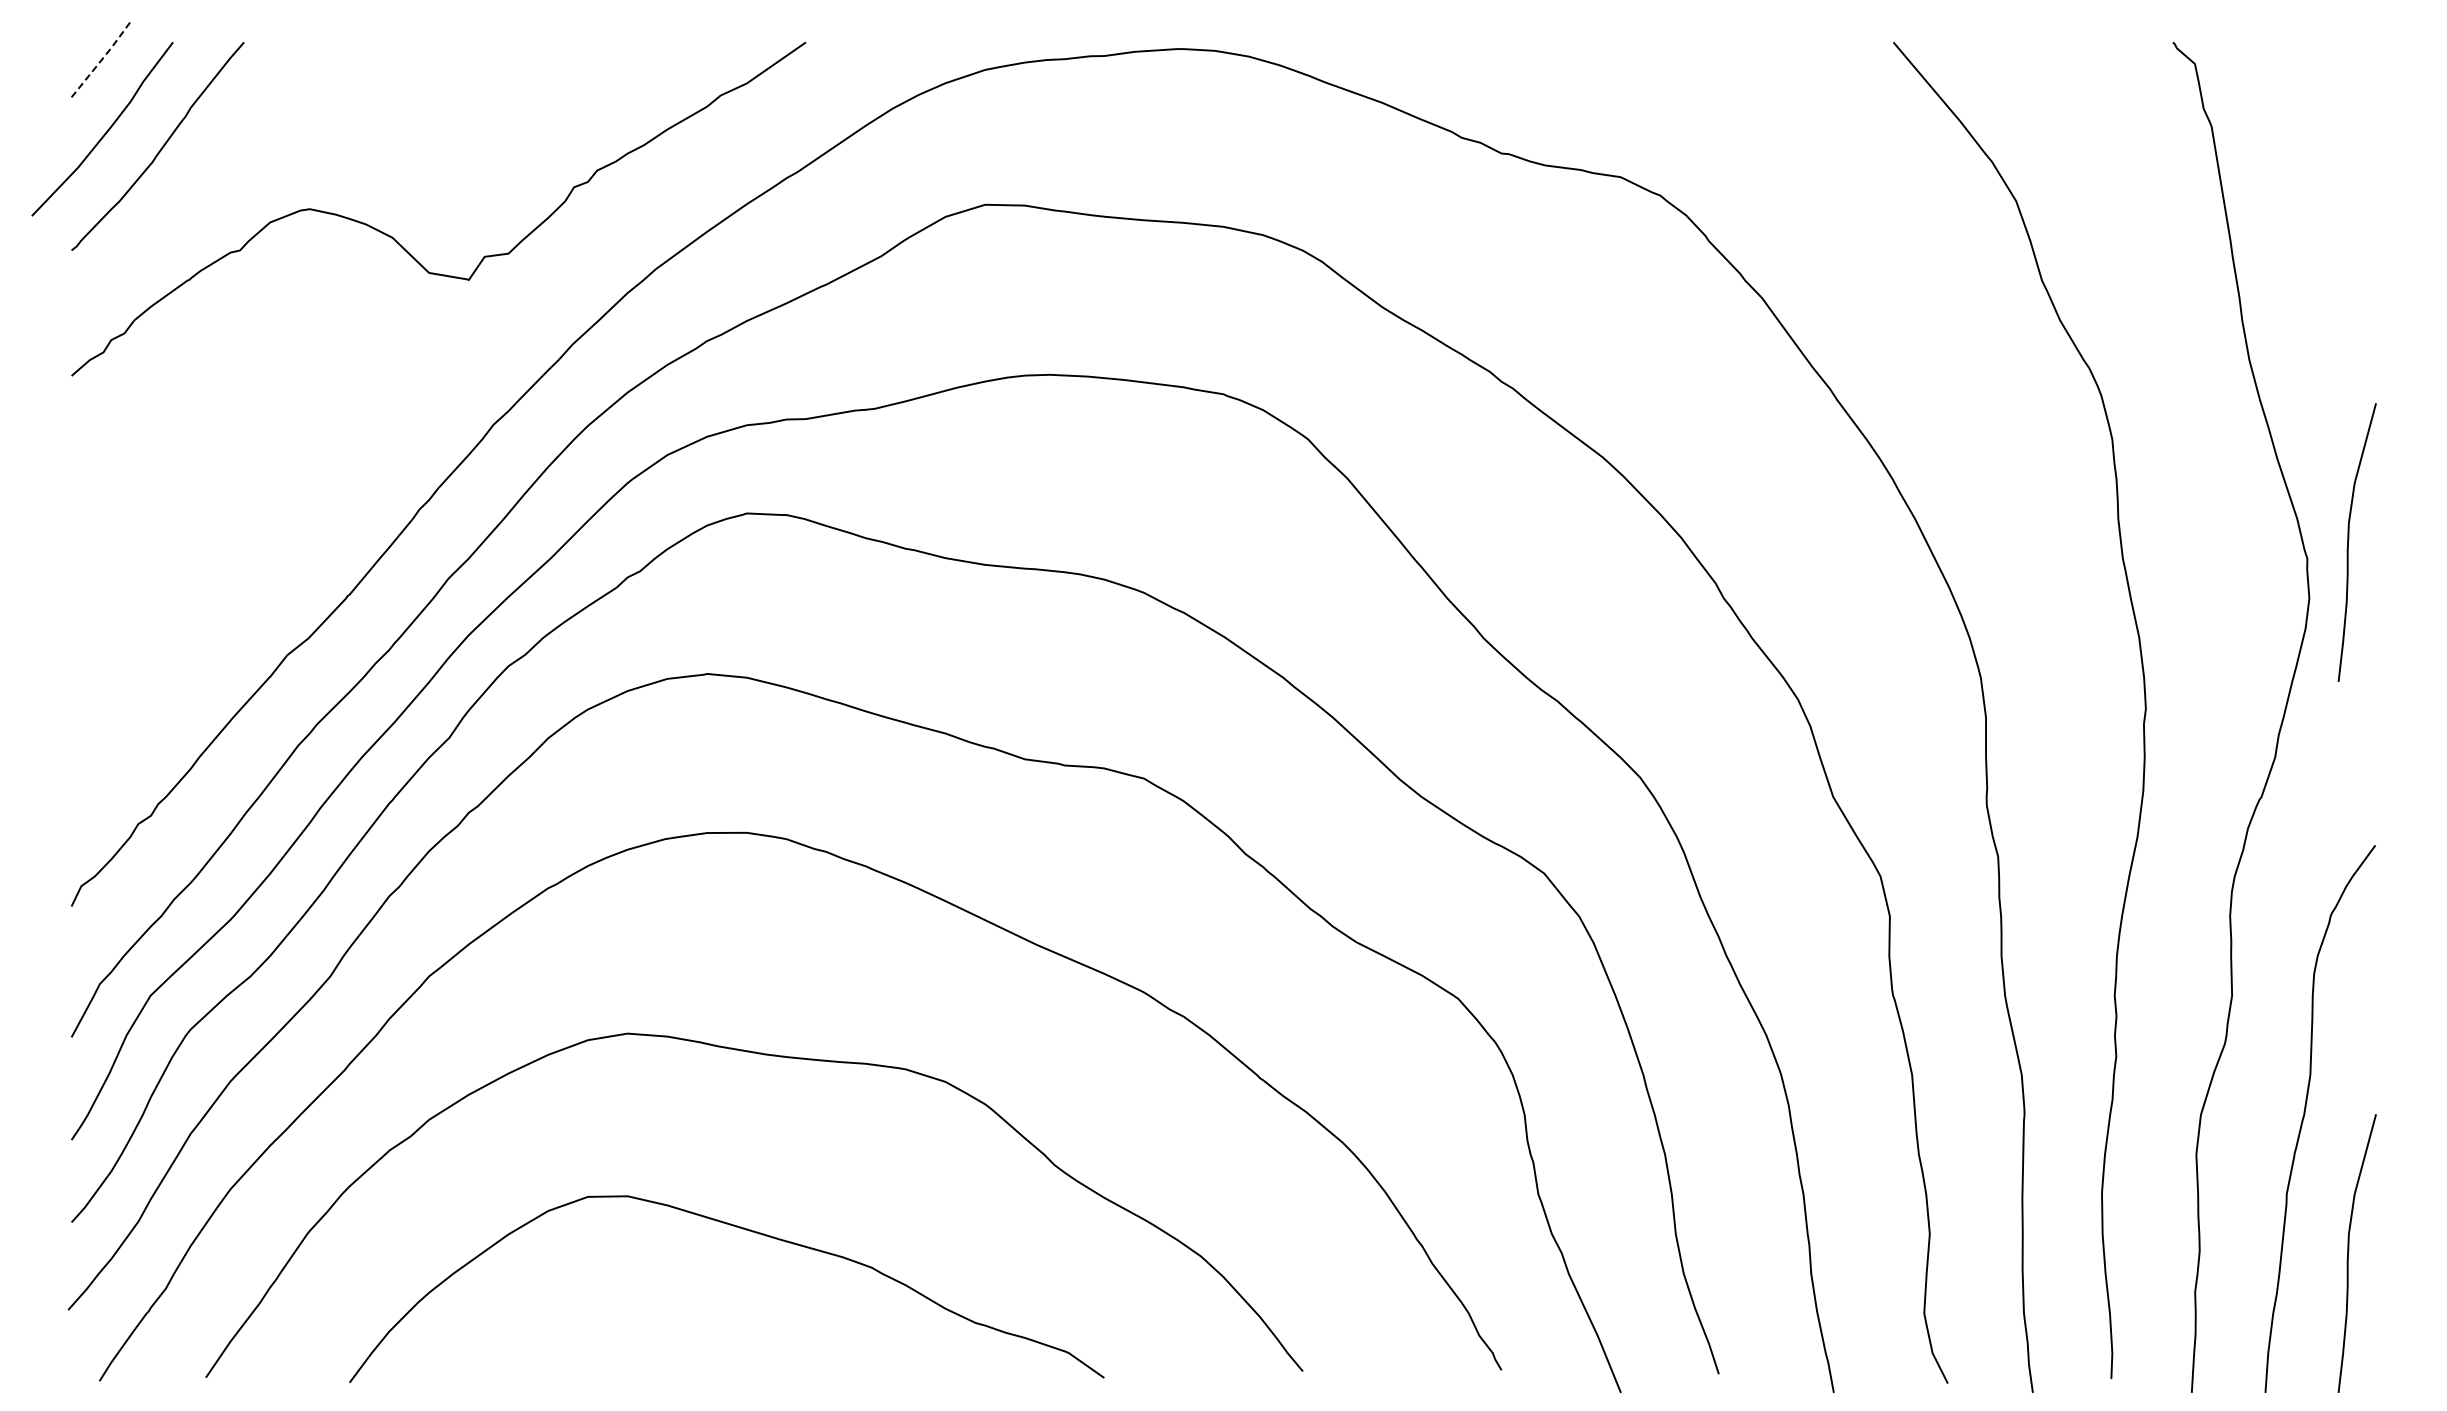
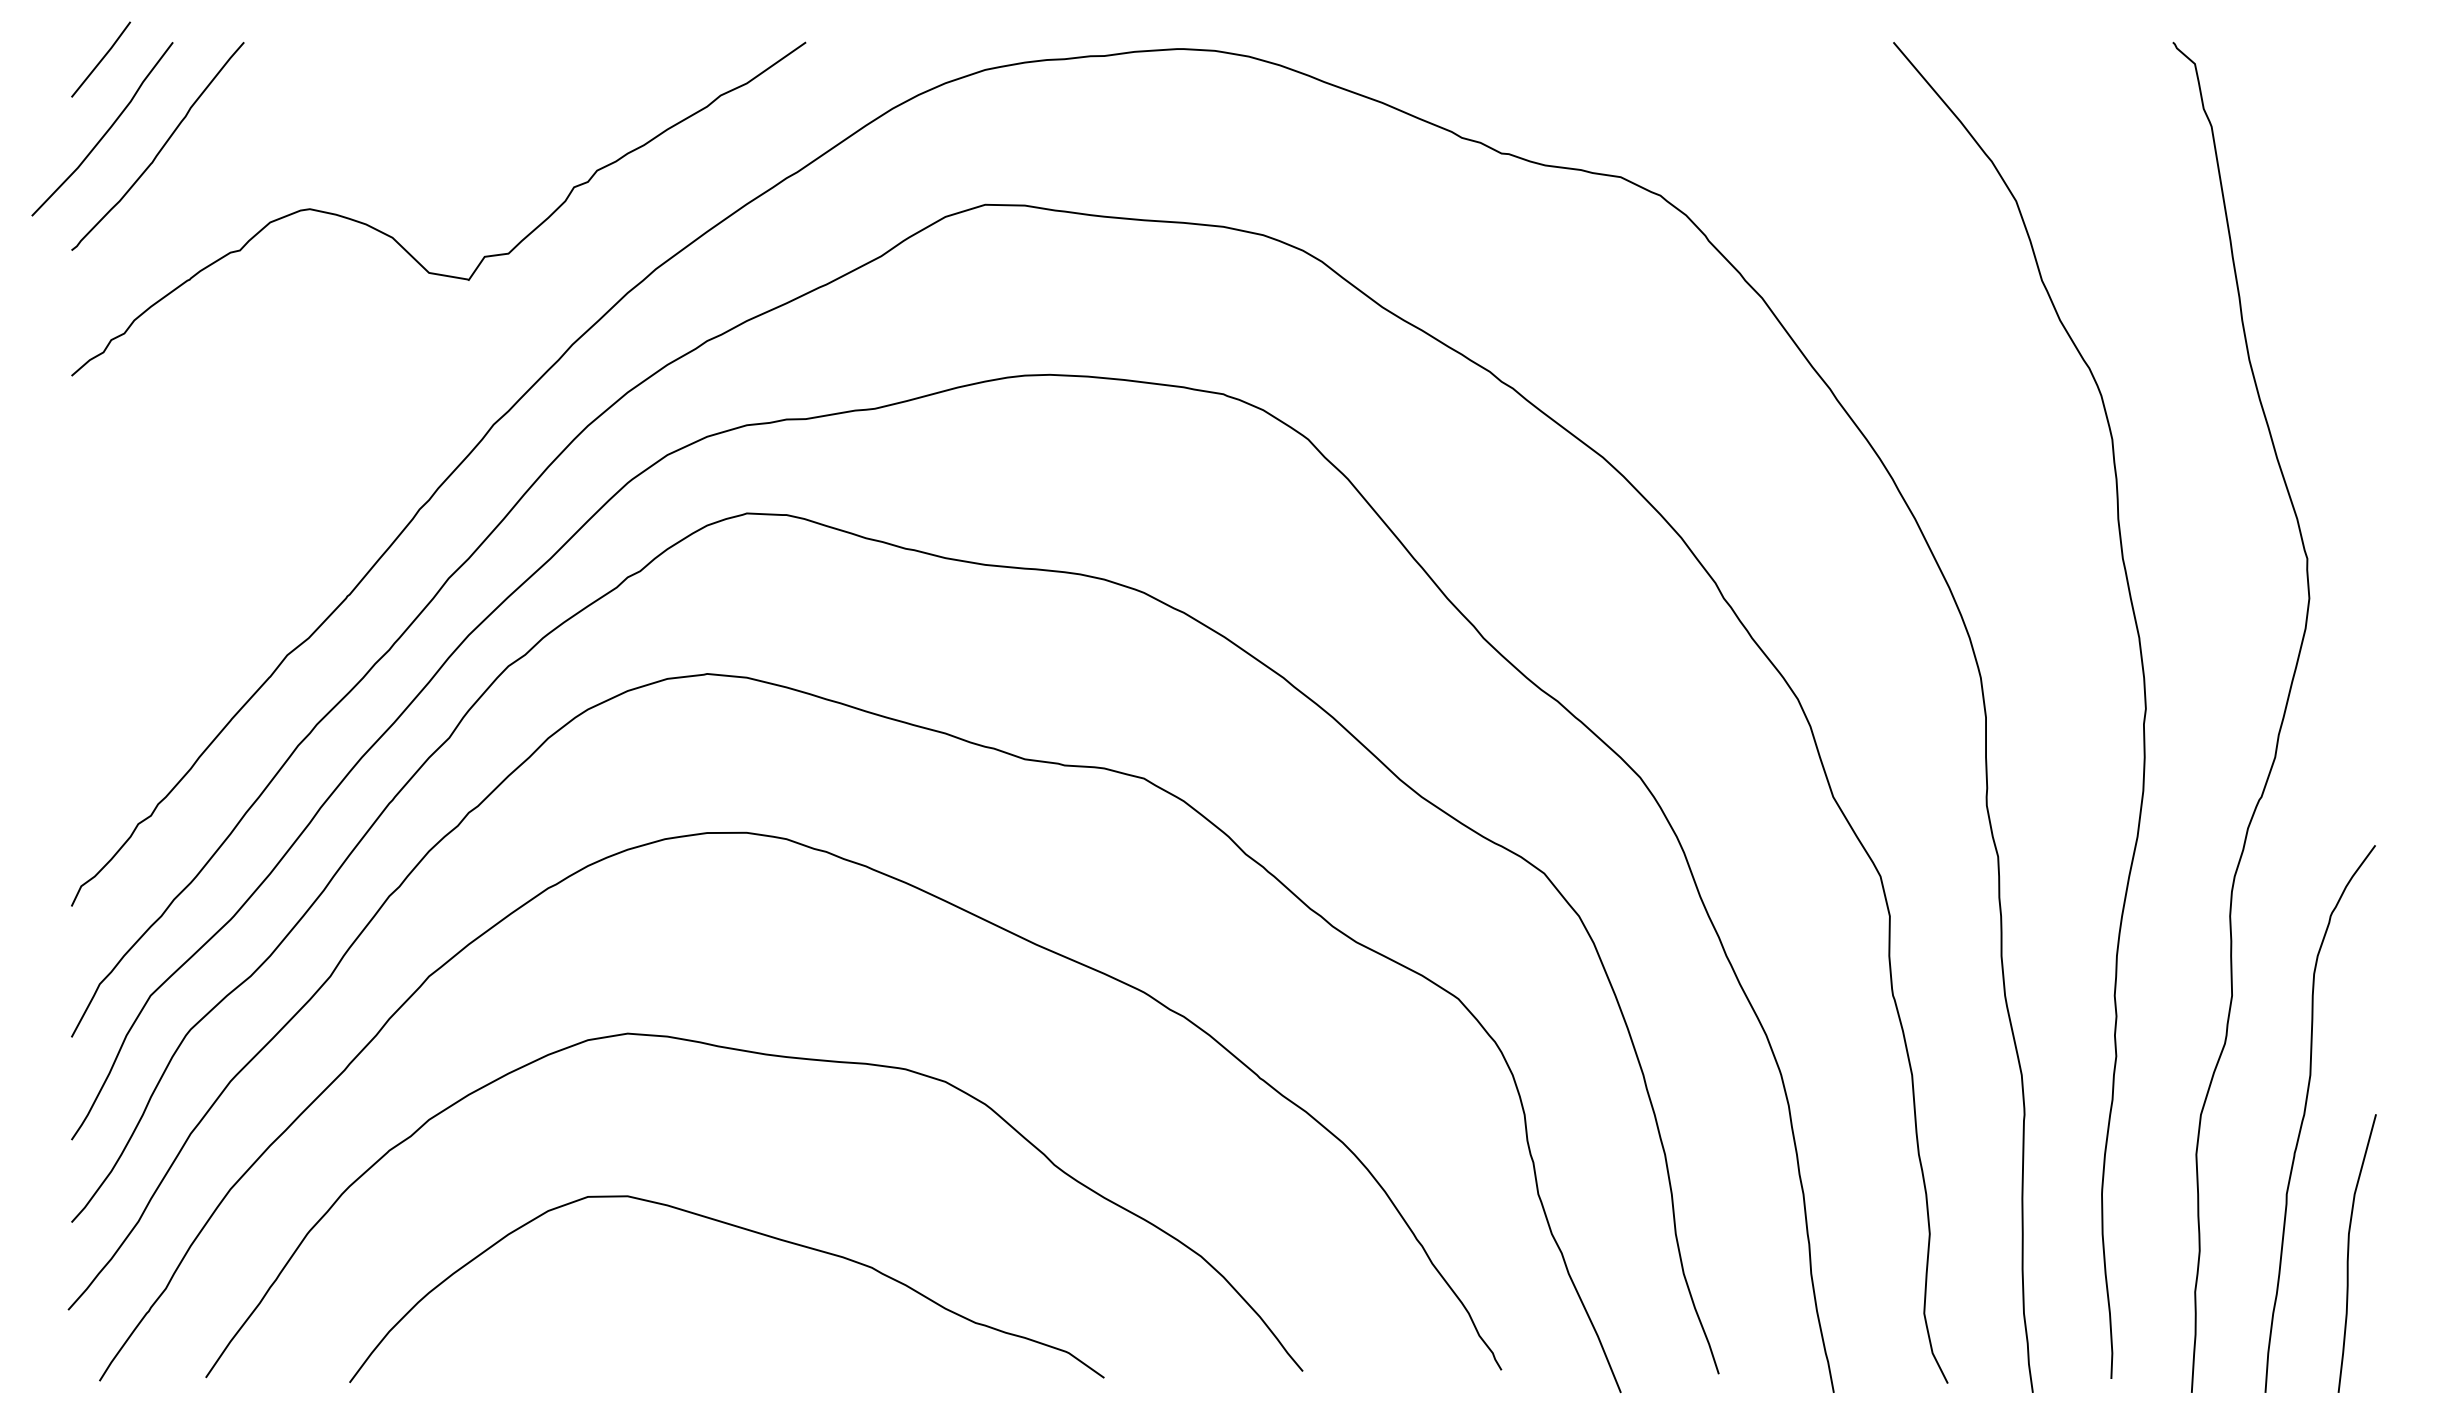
line at (102, 59): dashed -> solid
curve at (2349, 540): present -> none
